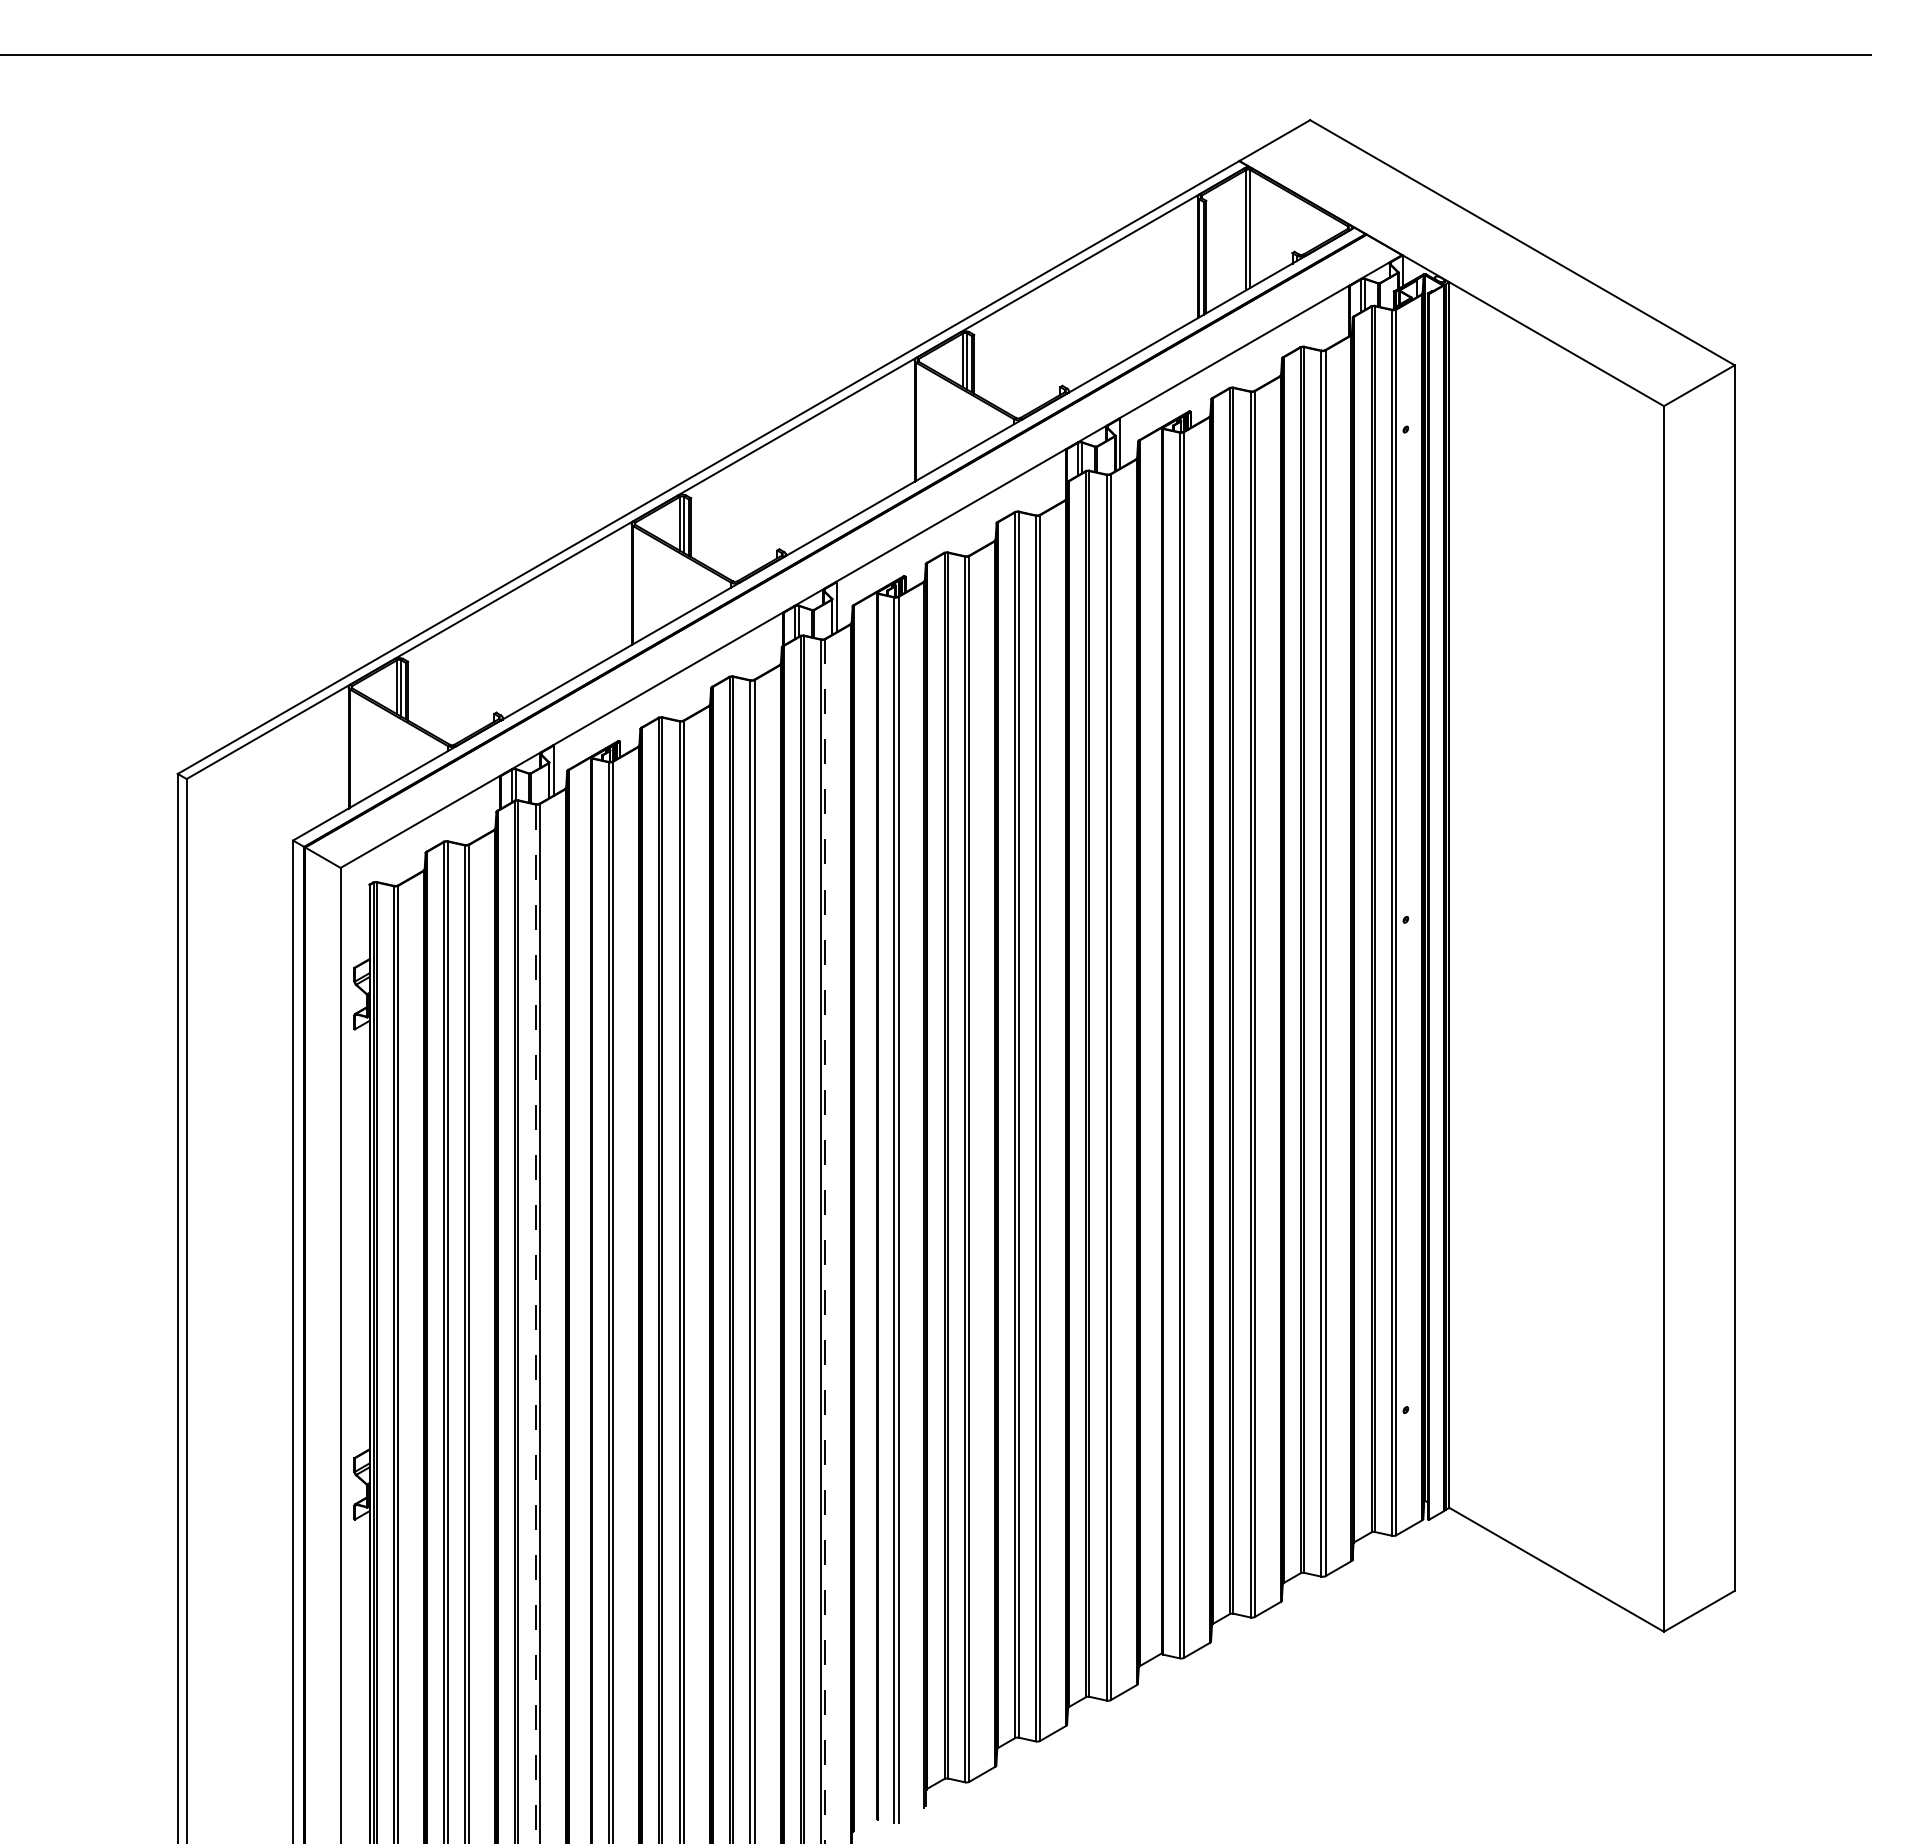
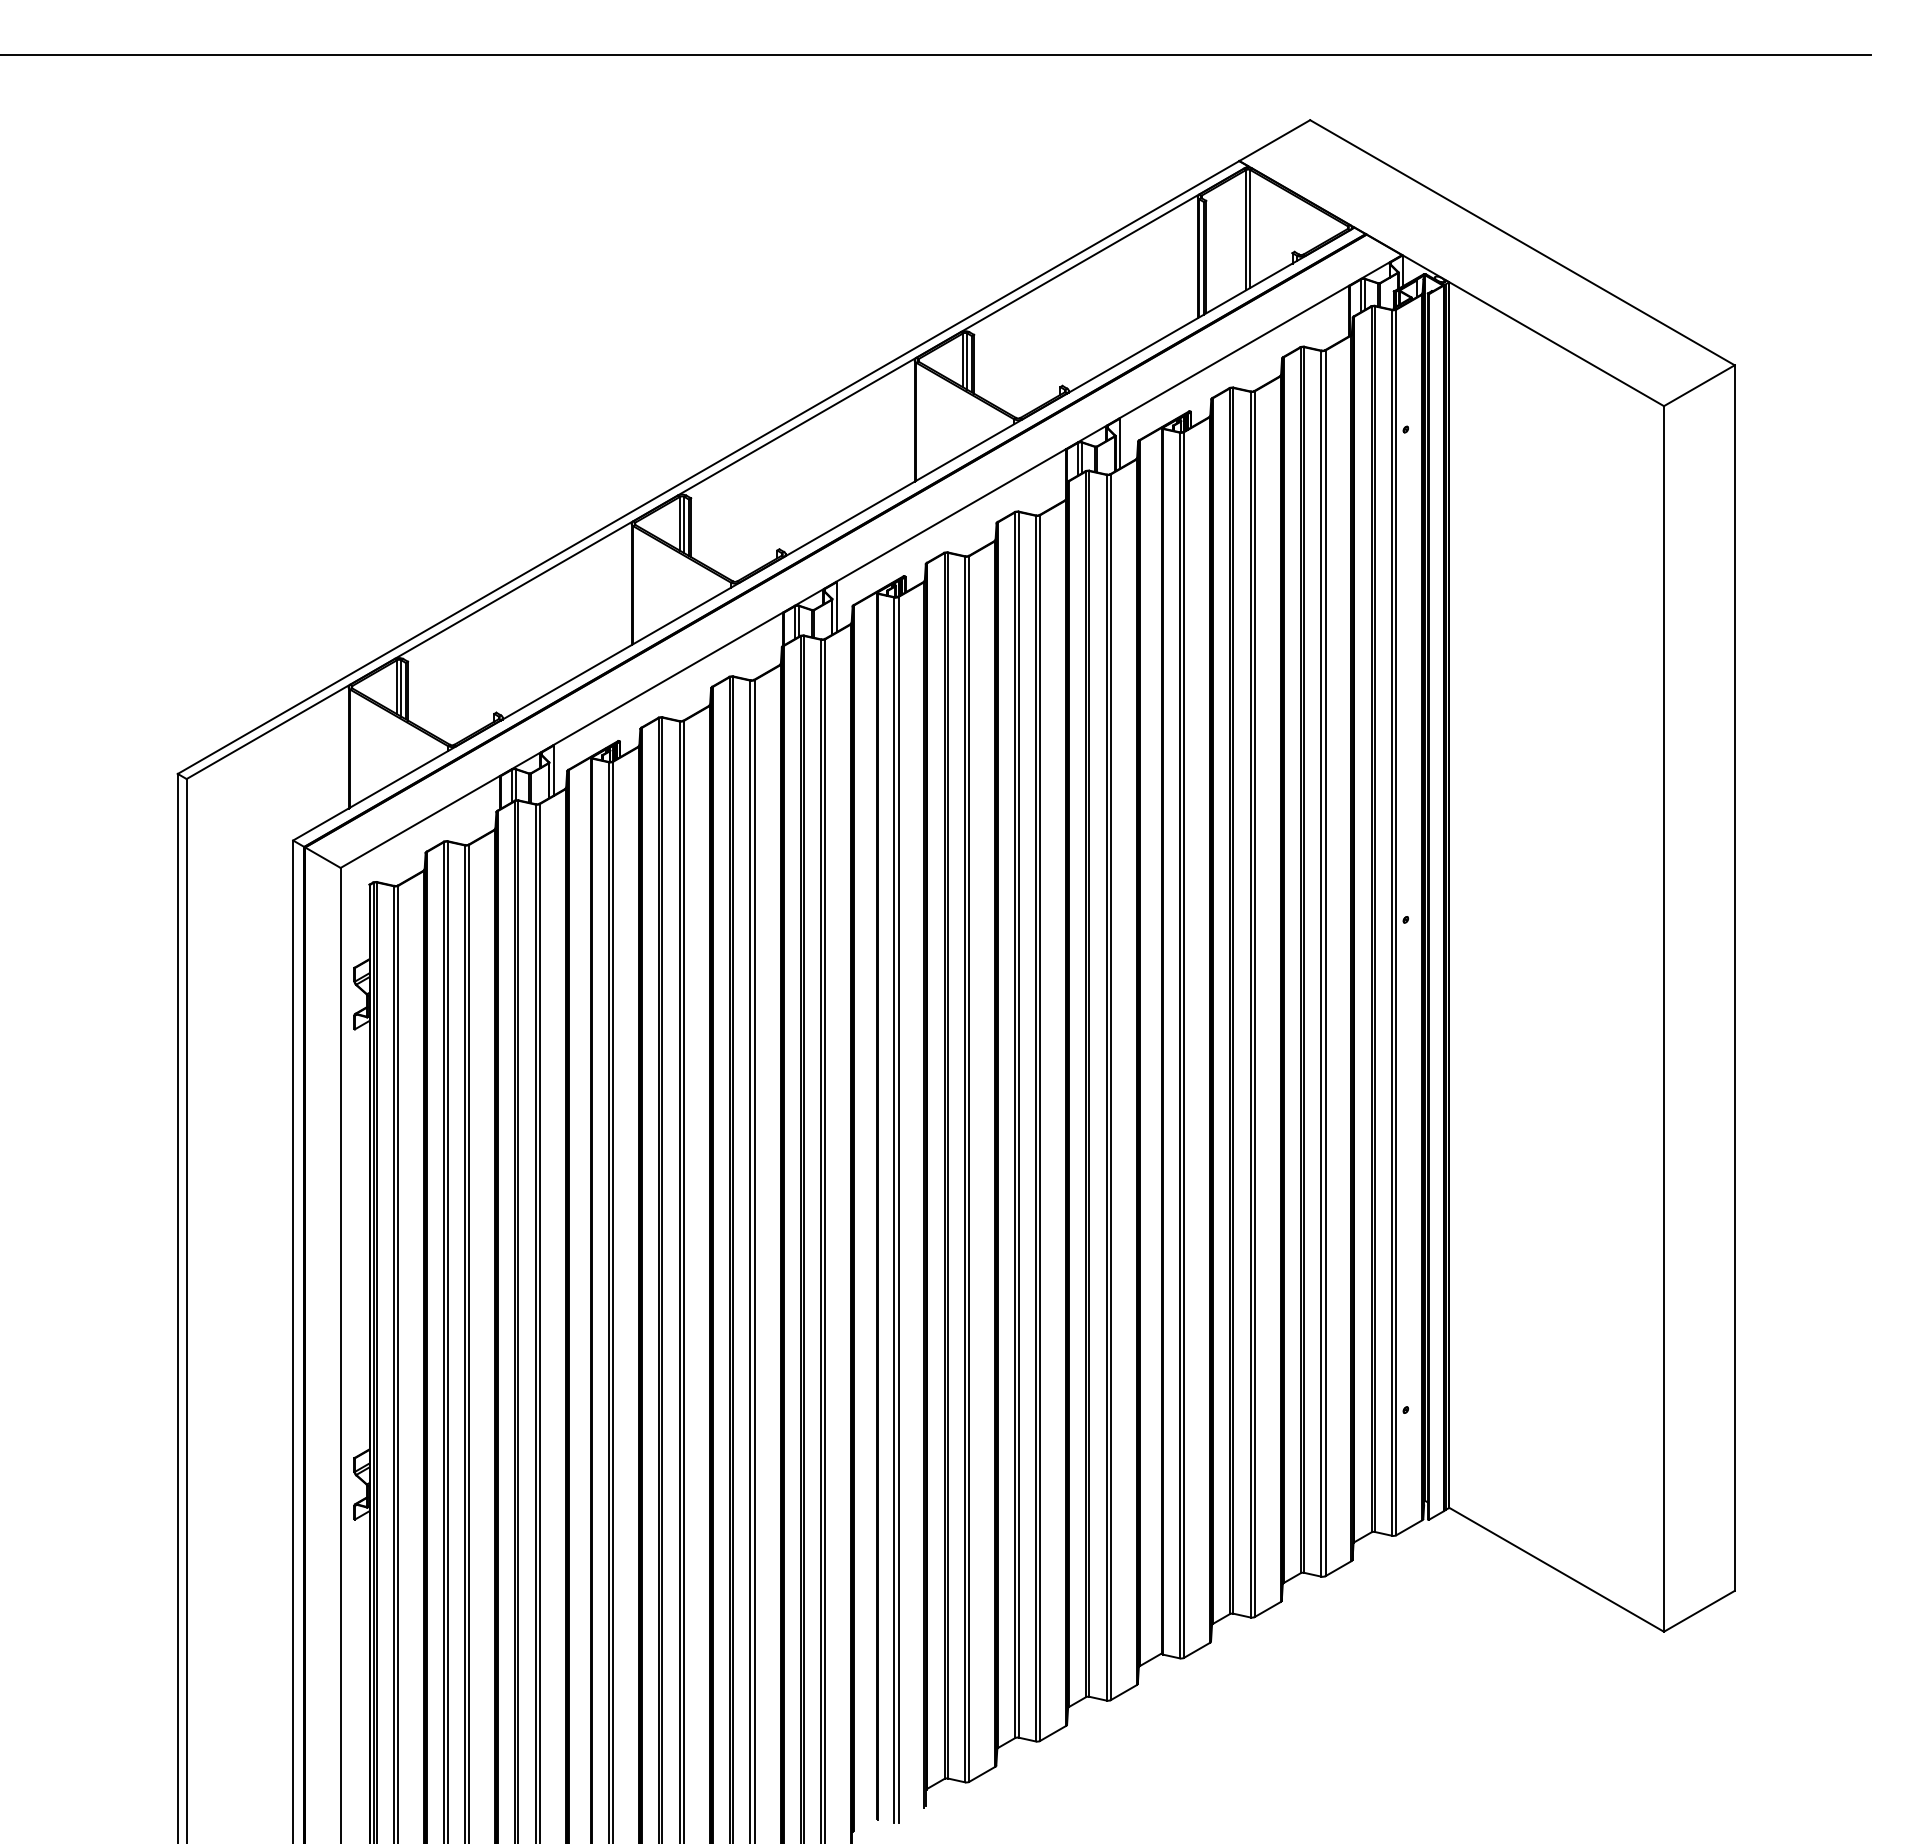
line at (825, 1242): dashed -> solid
line at (535, 1324): dashed -> solid
